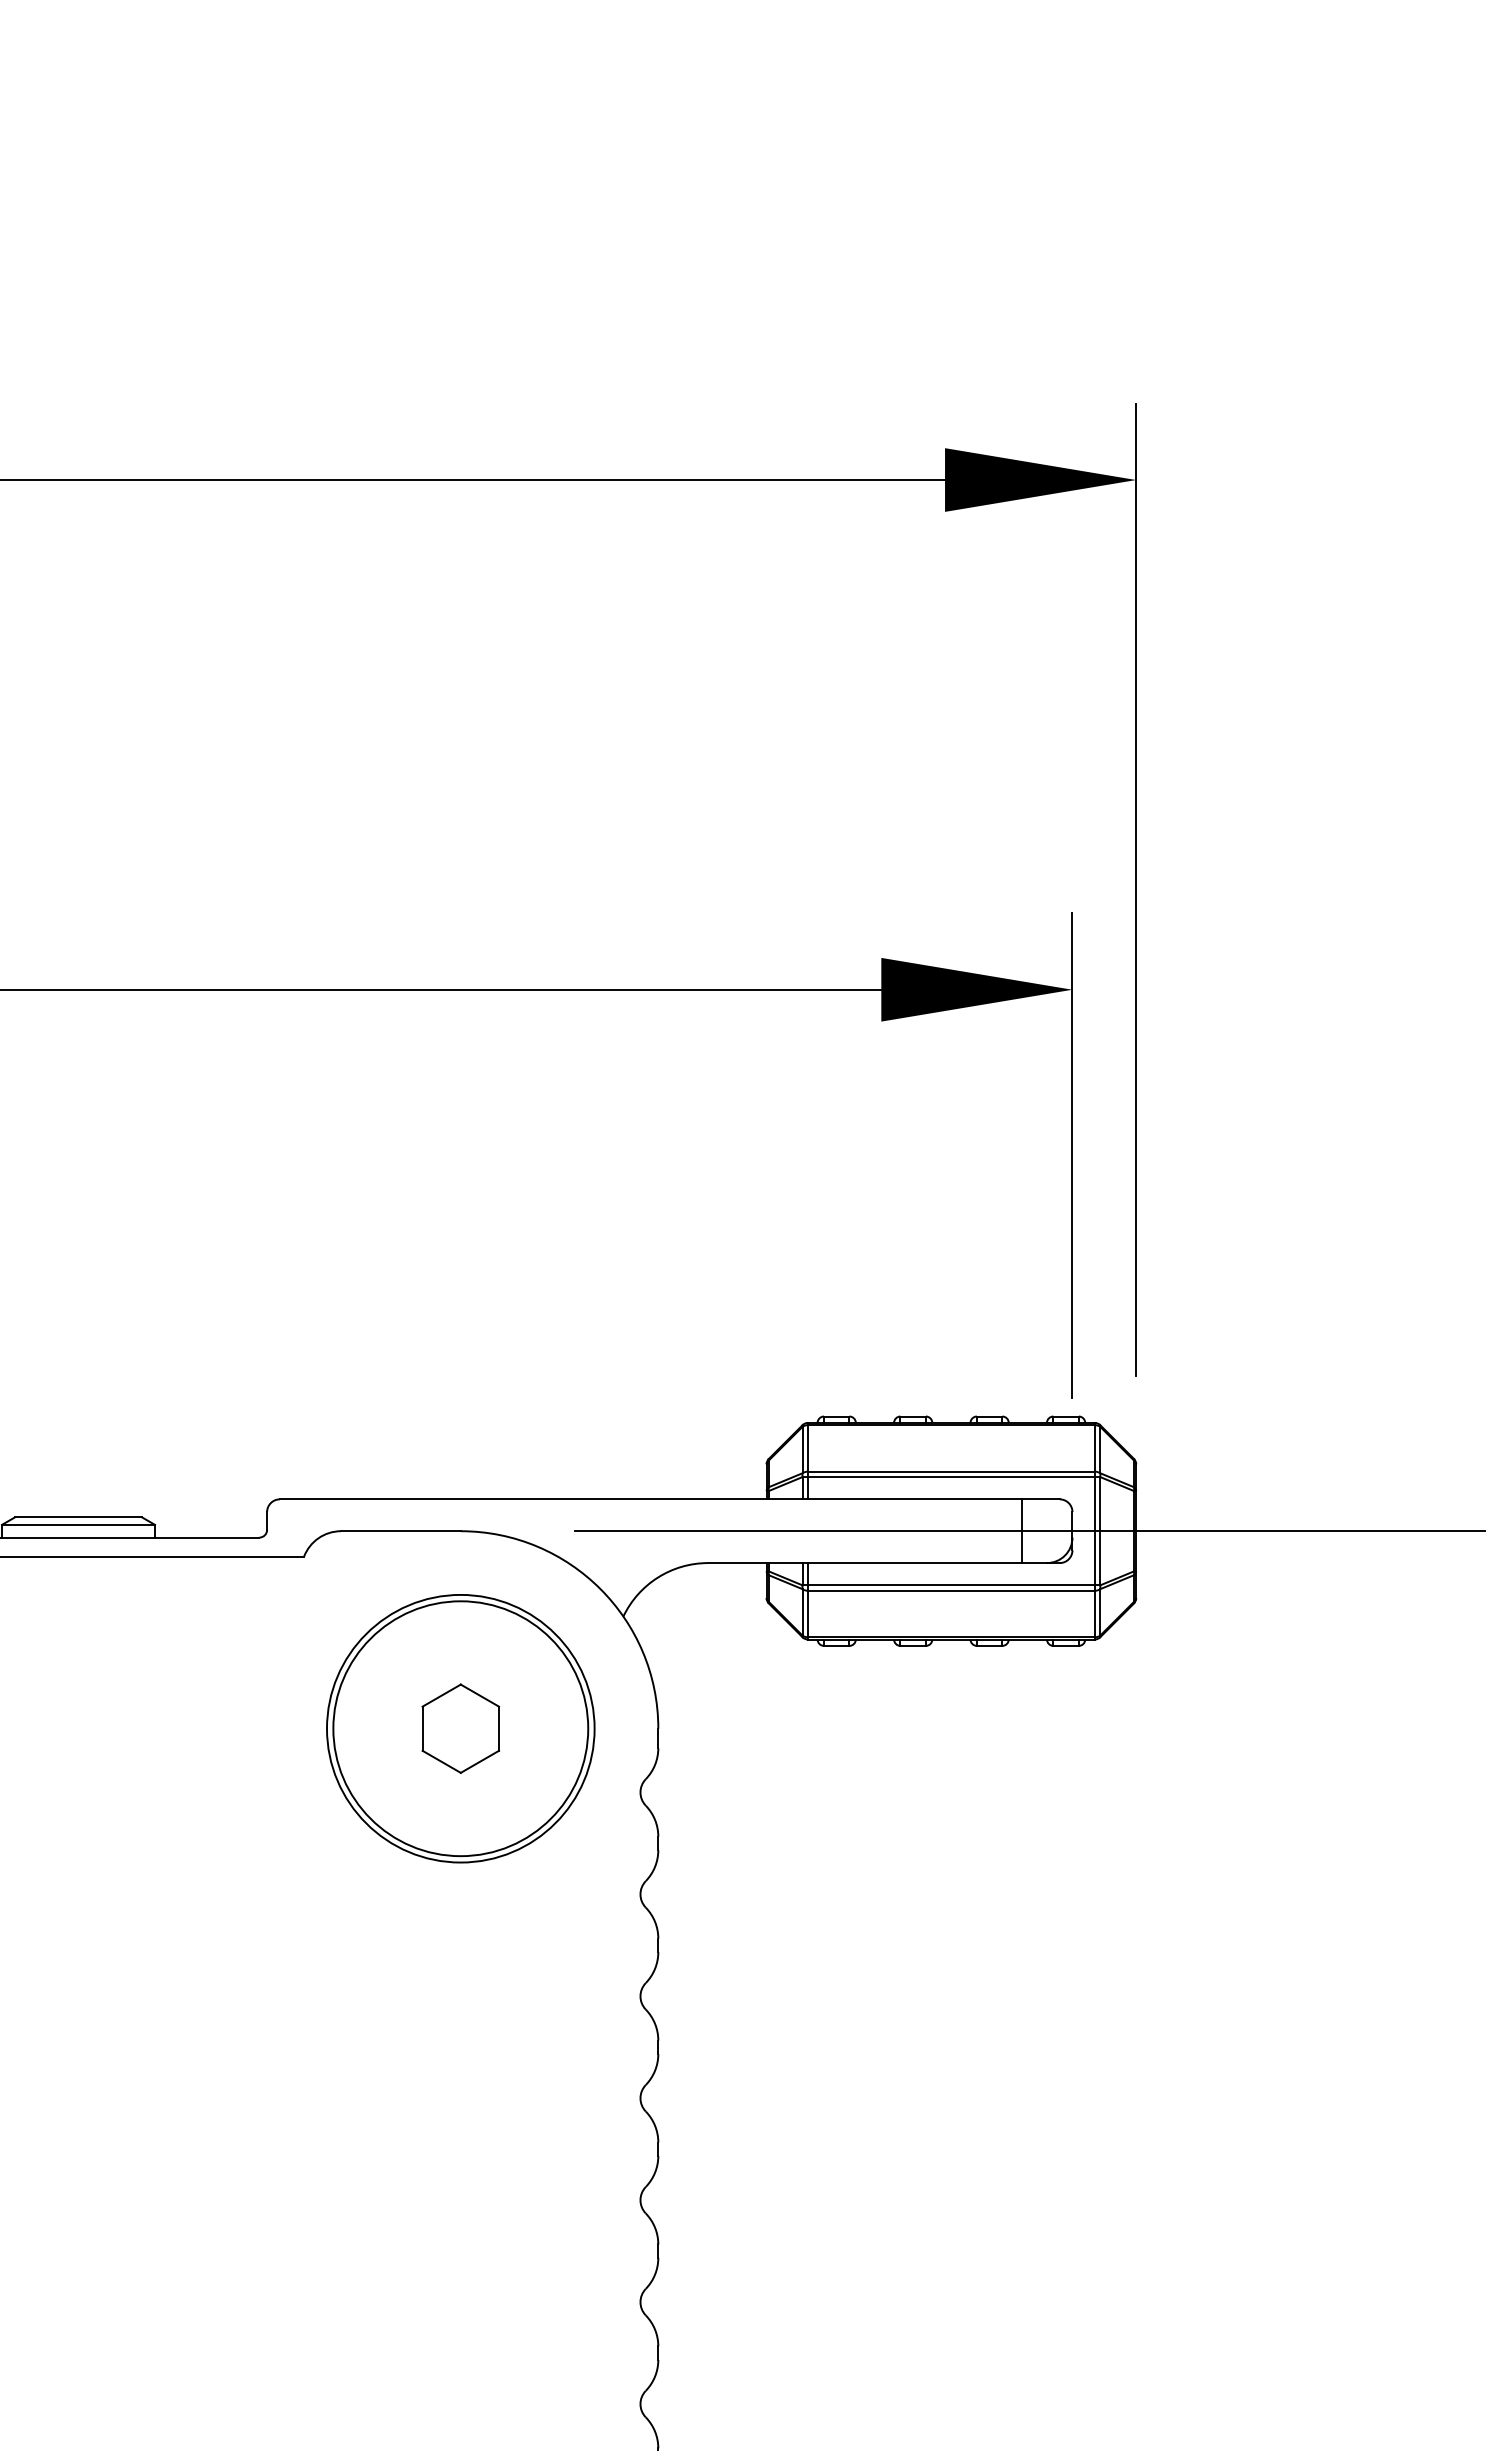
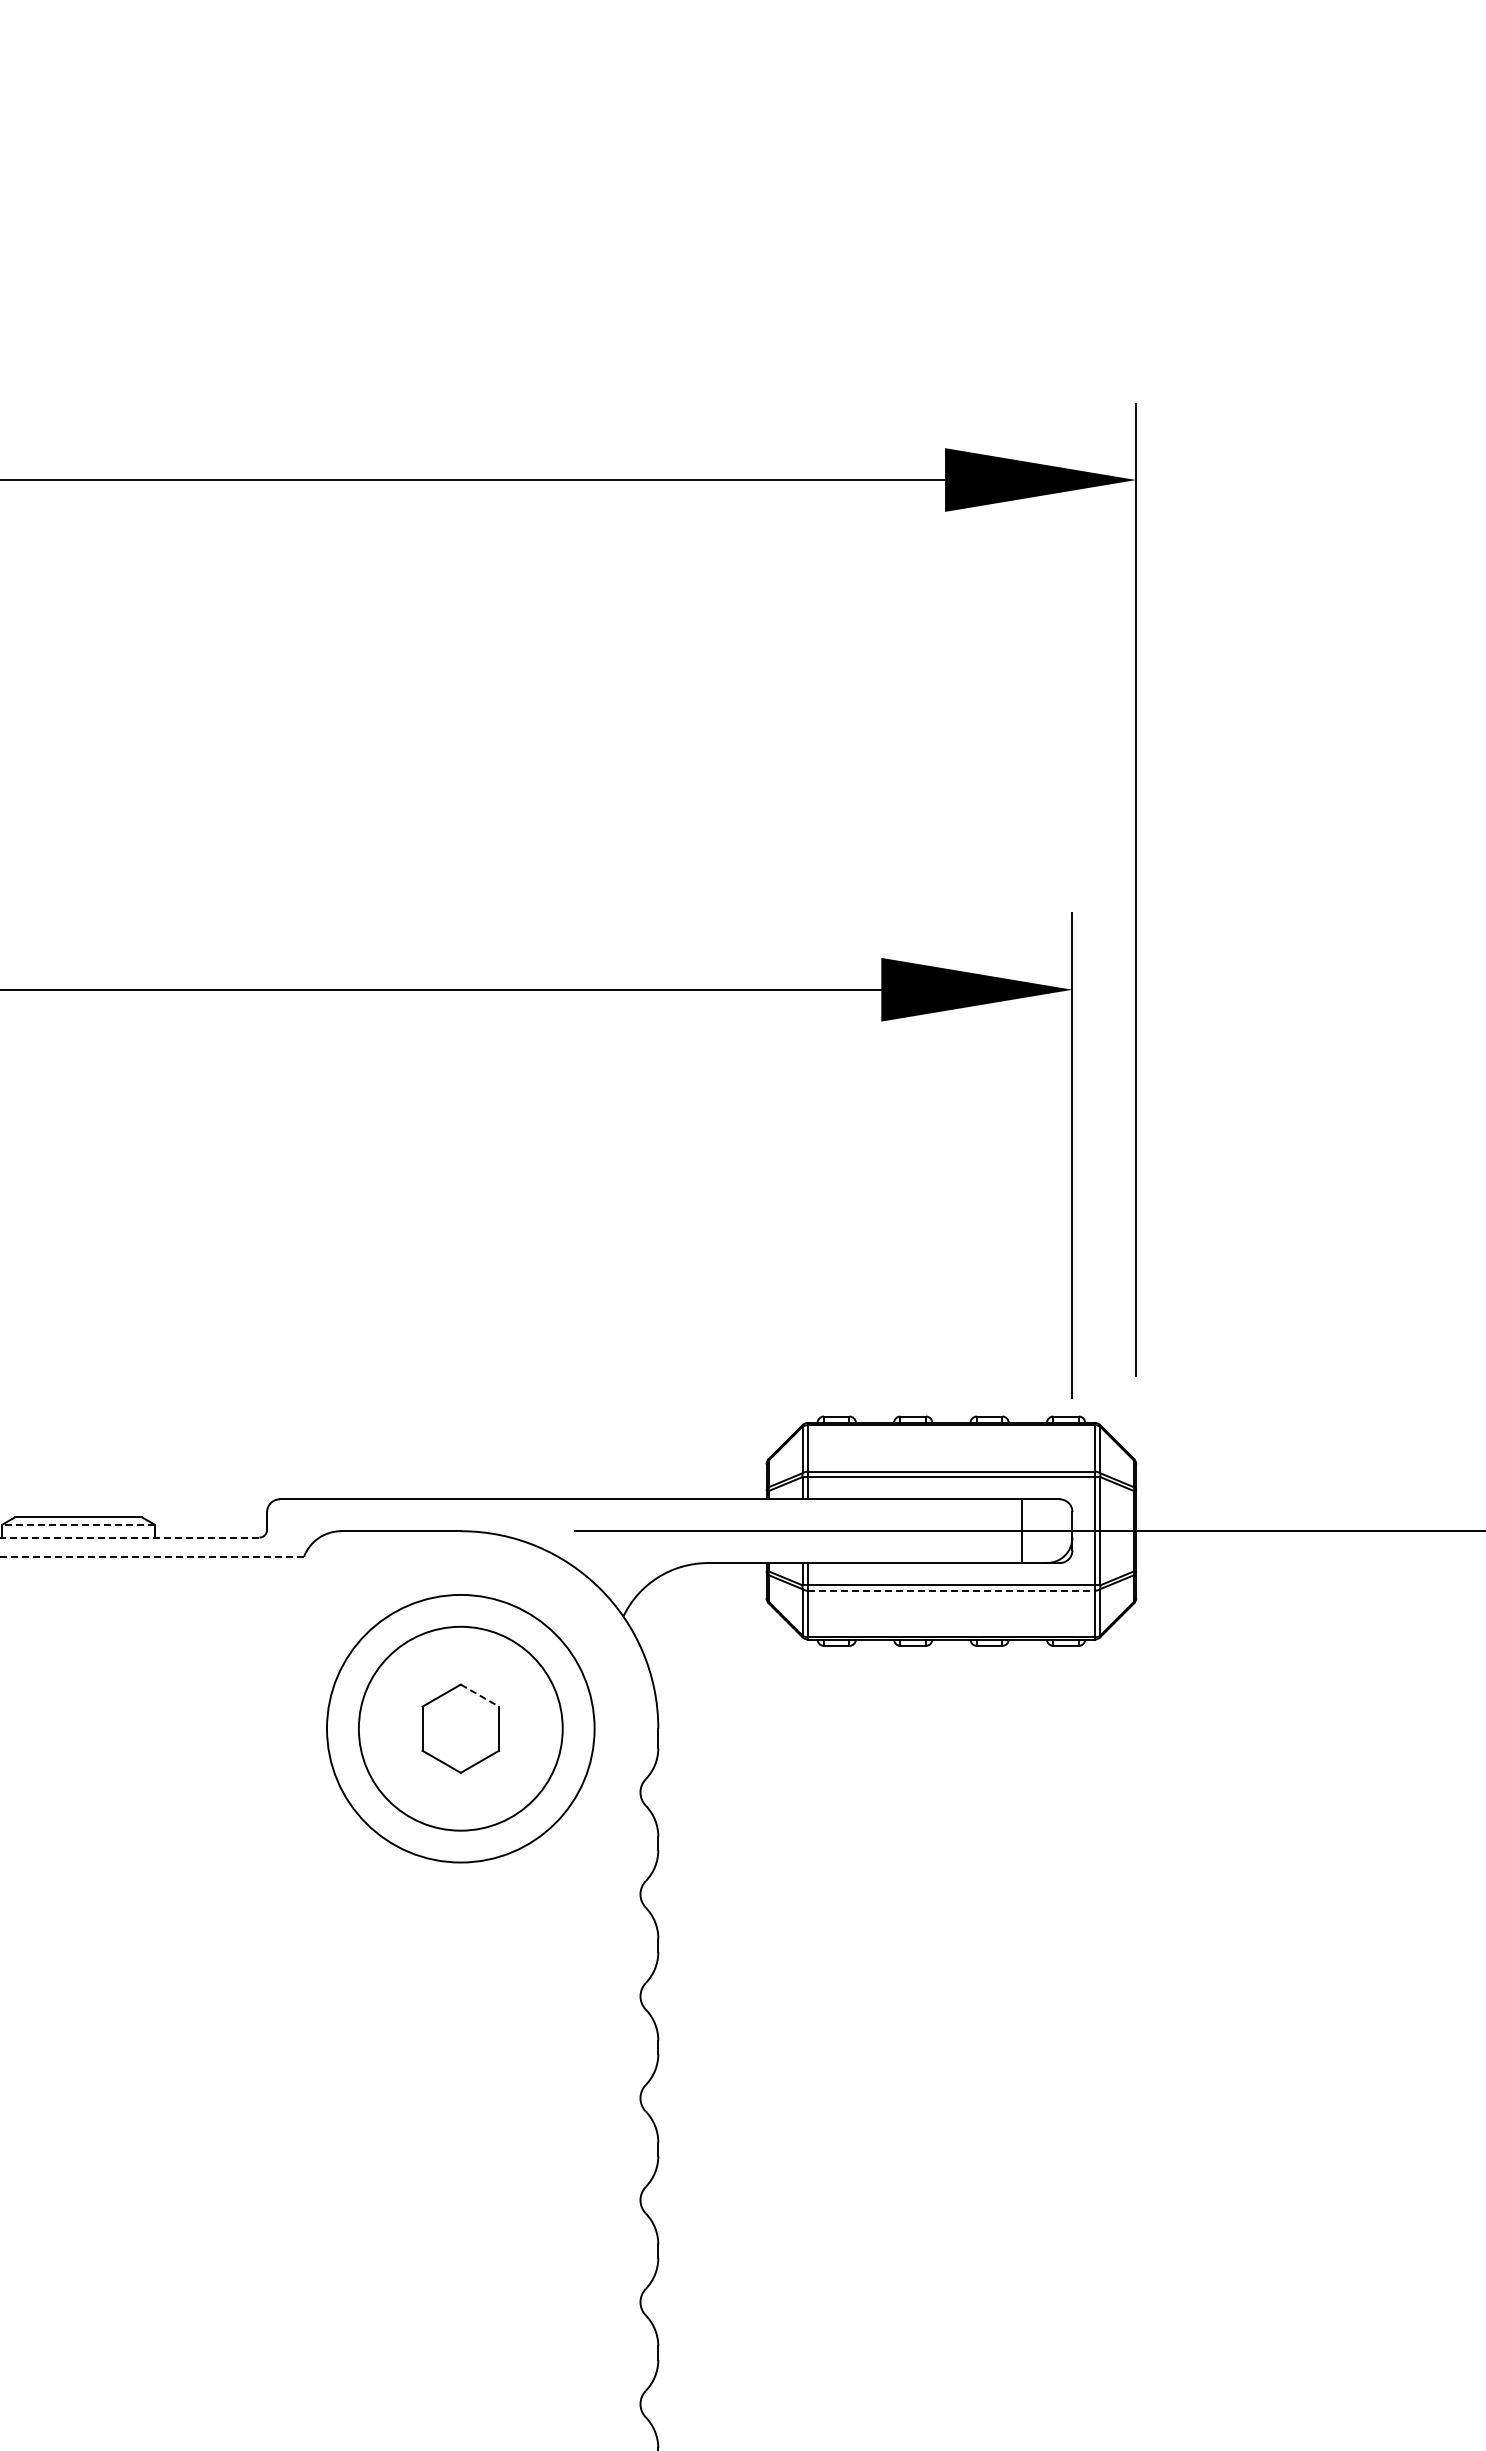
line at (78, 1524): solid -> dashed
line at (129, 1537): solid -> dashed
line at (151, 1556): solid -> dashed
line at (951, 1590): solid -> dashed
line at (480, 1695): solid -> dashed
circle at (460, 1728) diameter: 255 px -> 204 px
